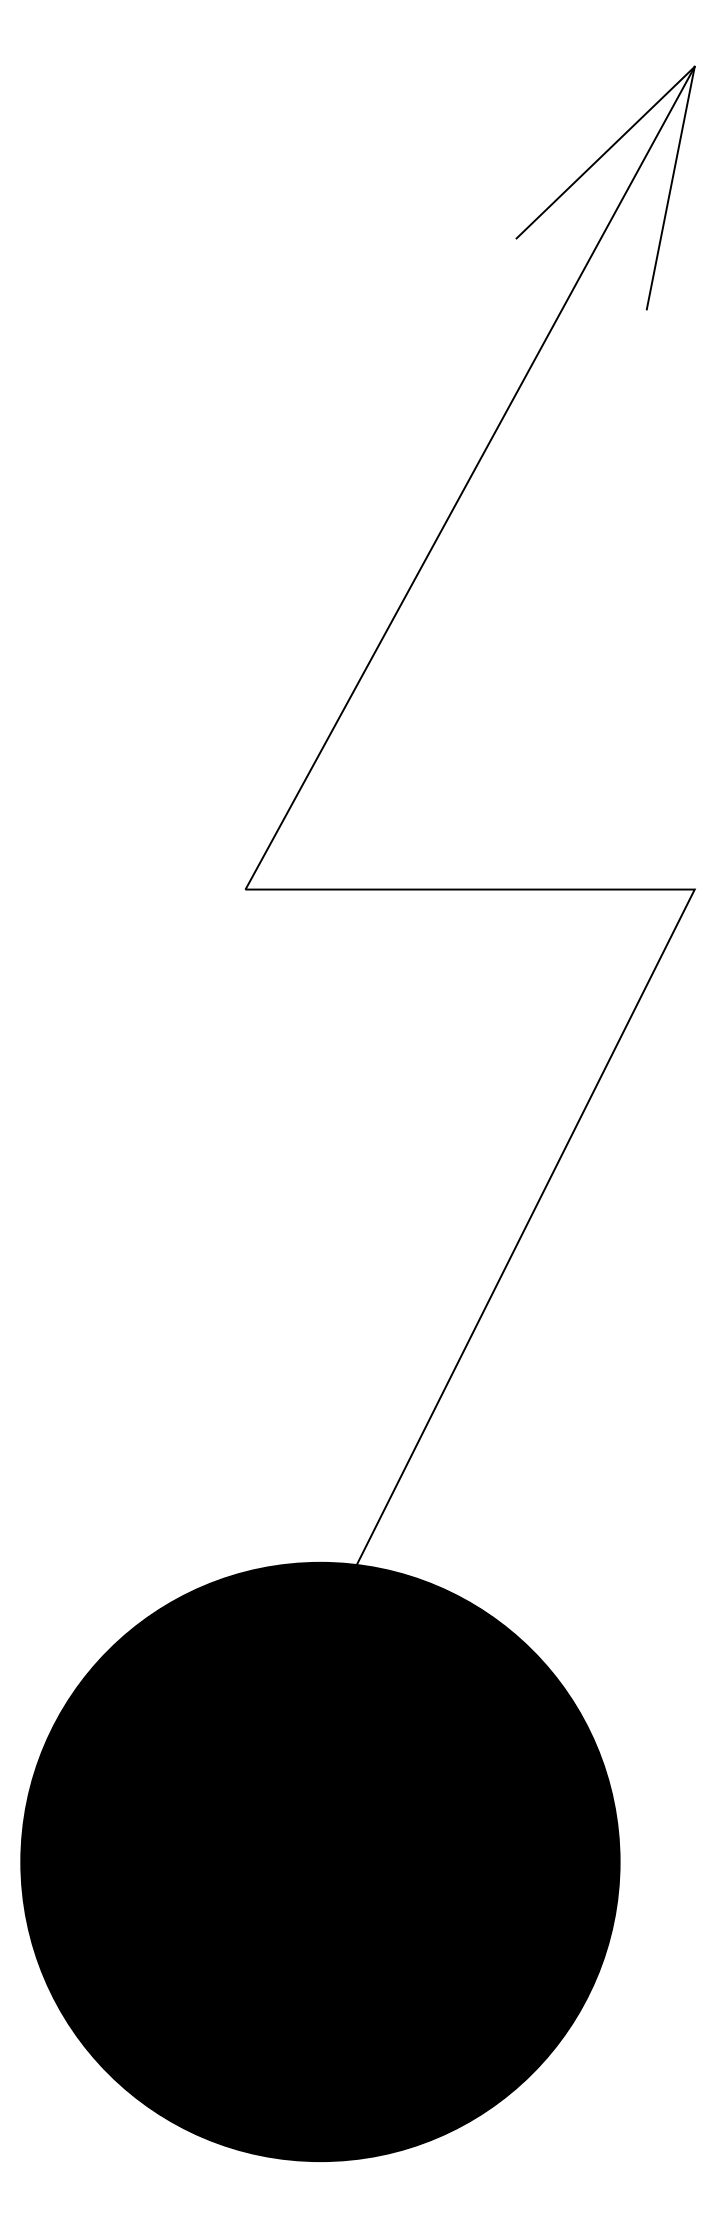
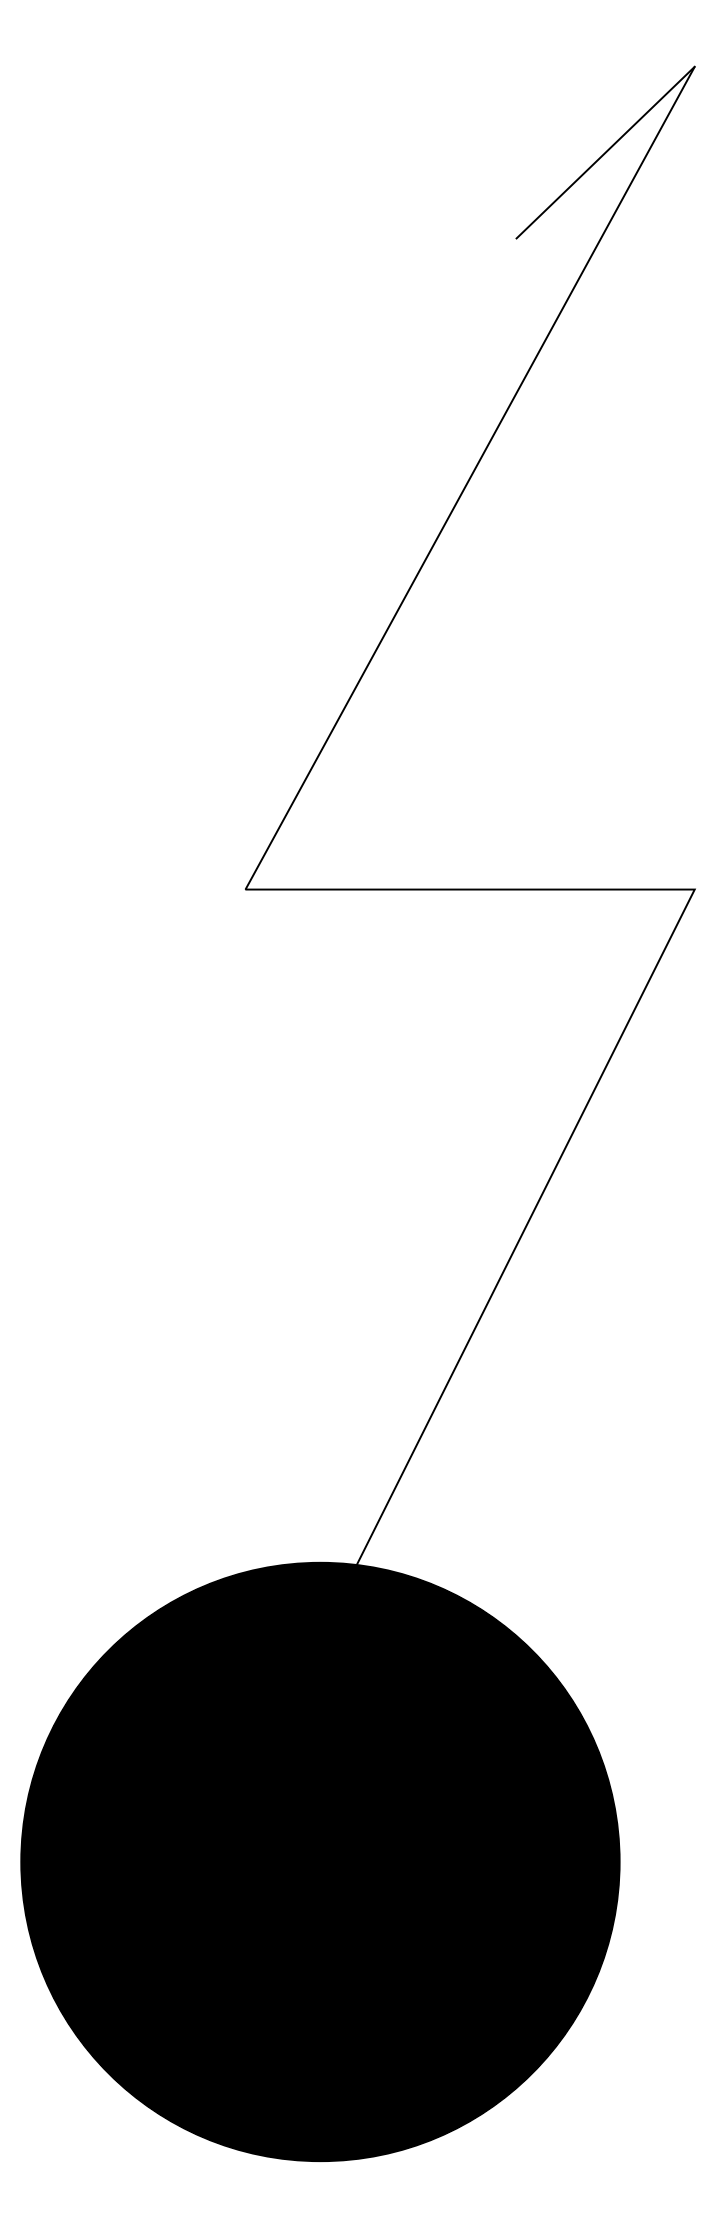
line at (670, 187): present -> none
